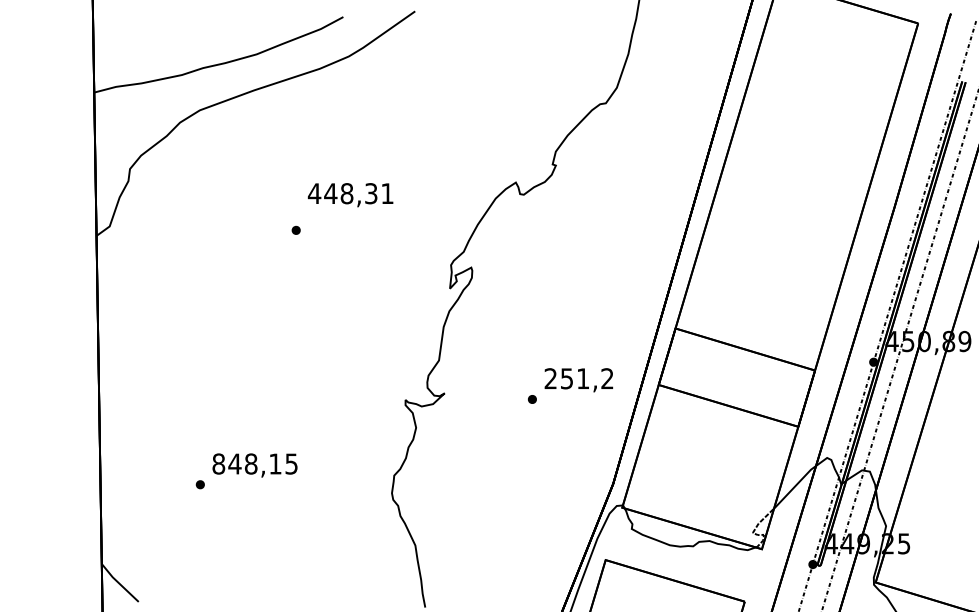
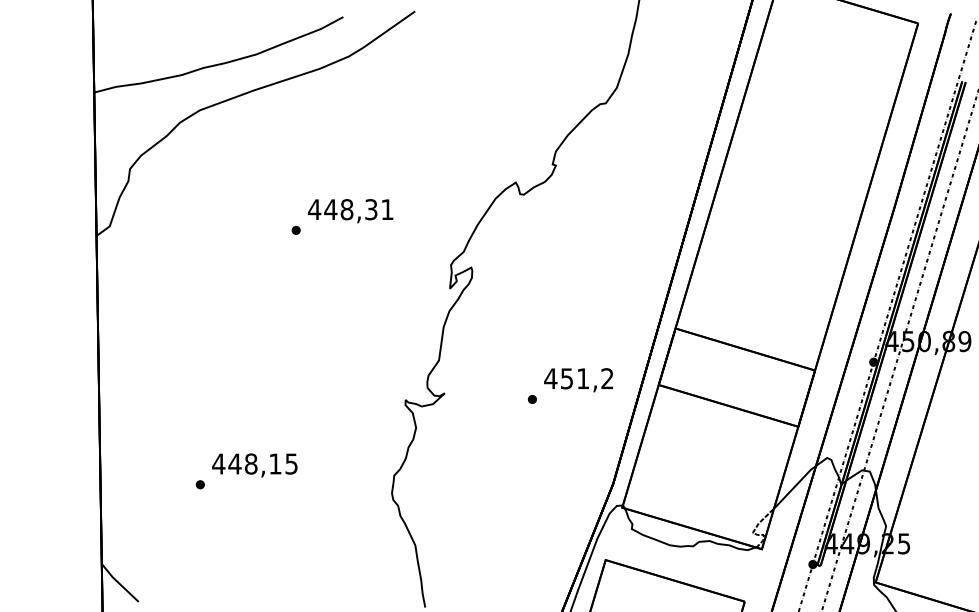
text at (350, 195) position: (350, 195) -> (350, 211)
text at (550, 378): 251,2 -> 451,2
text at (218, 463): 848,15 -> 448,15
